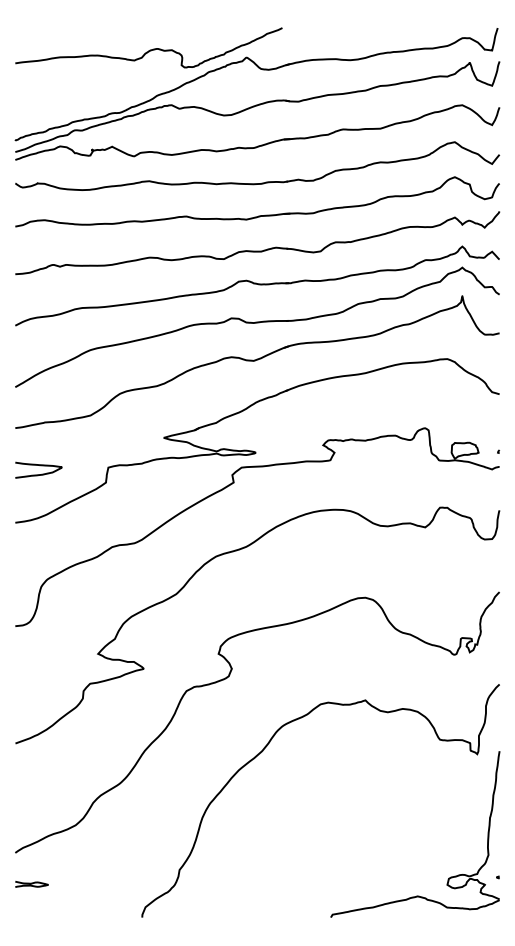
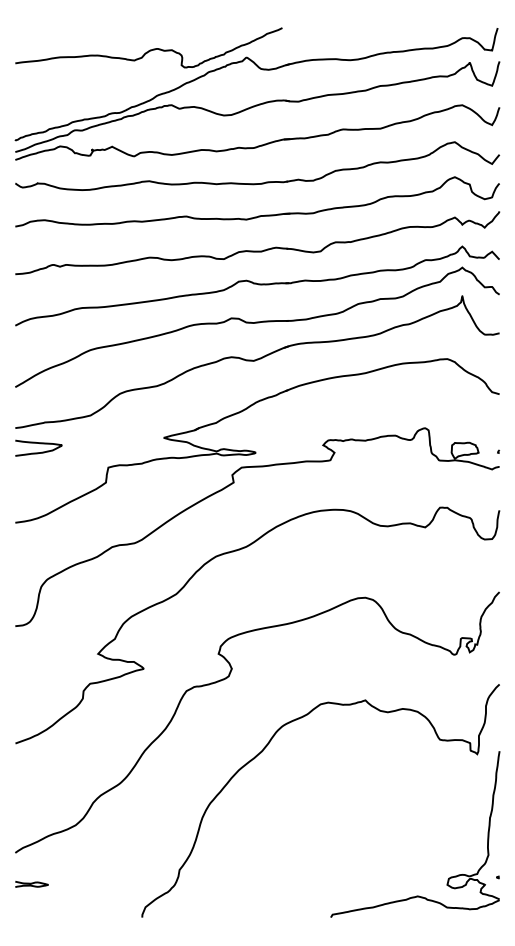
curve at (40, 466) position: (40, 466) -> (40, 444)
